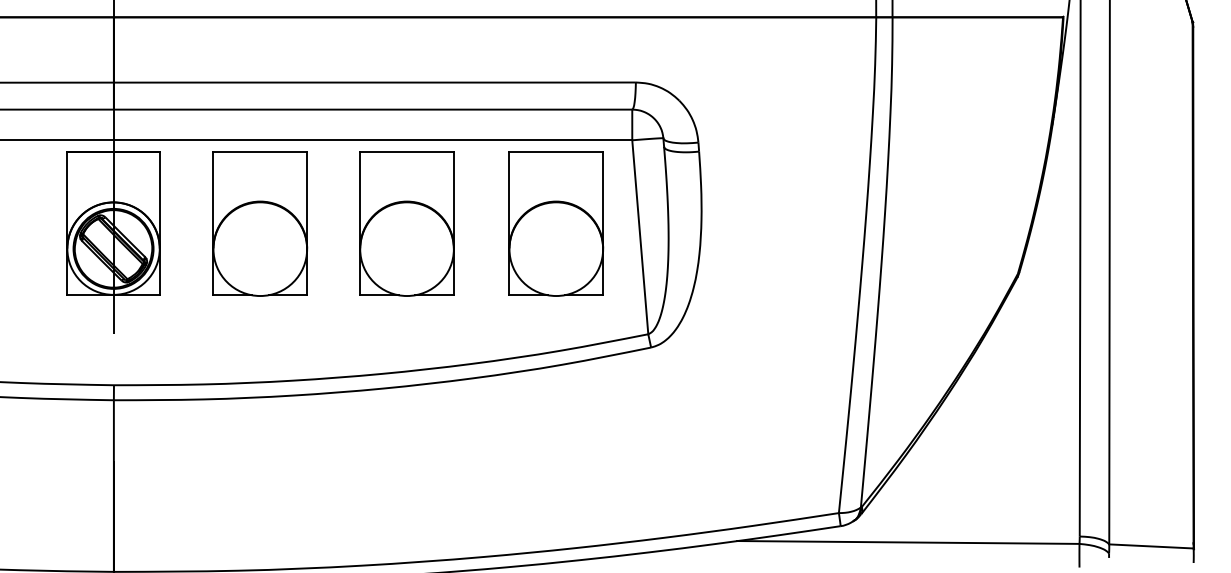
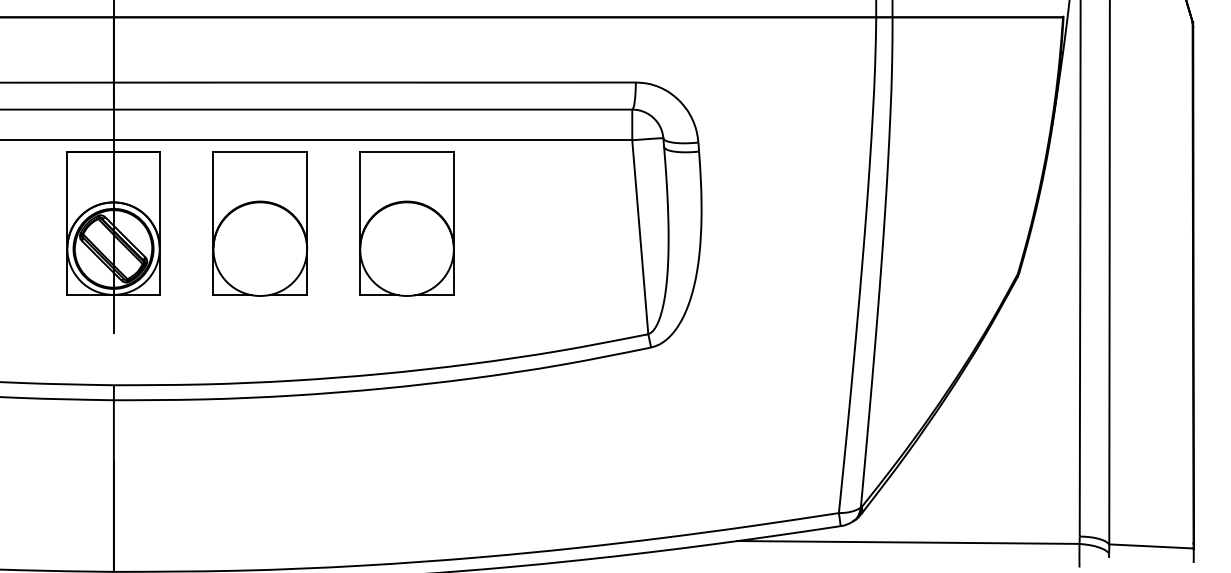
part at (556, 223): present -> none
